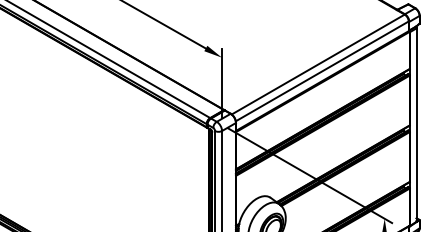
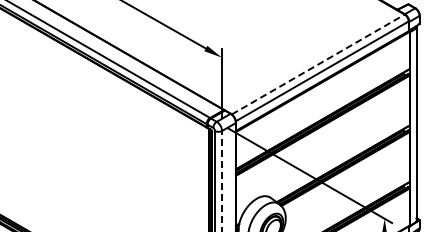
line at (318, 64): solid -> dashed
line at (222, 180): solid -> dashed
